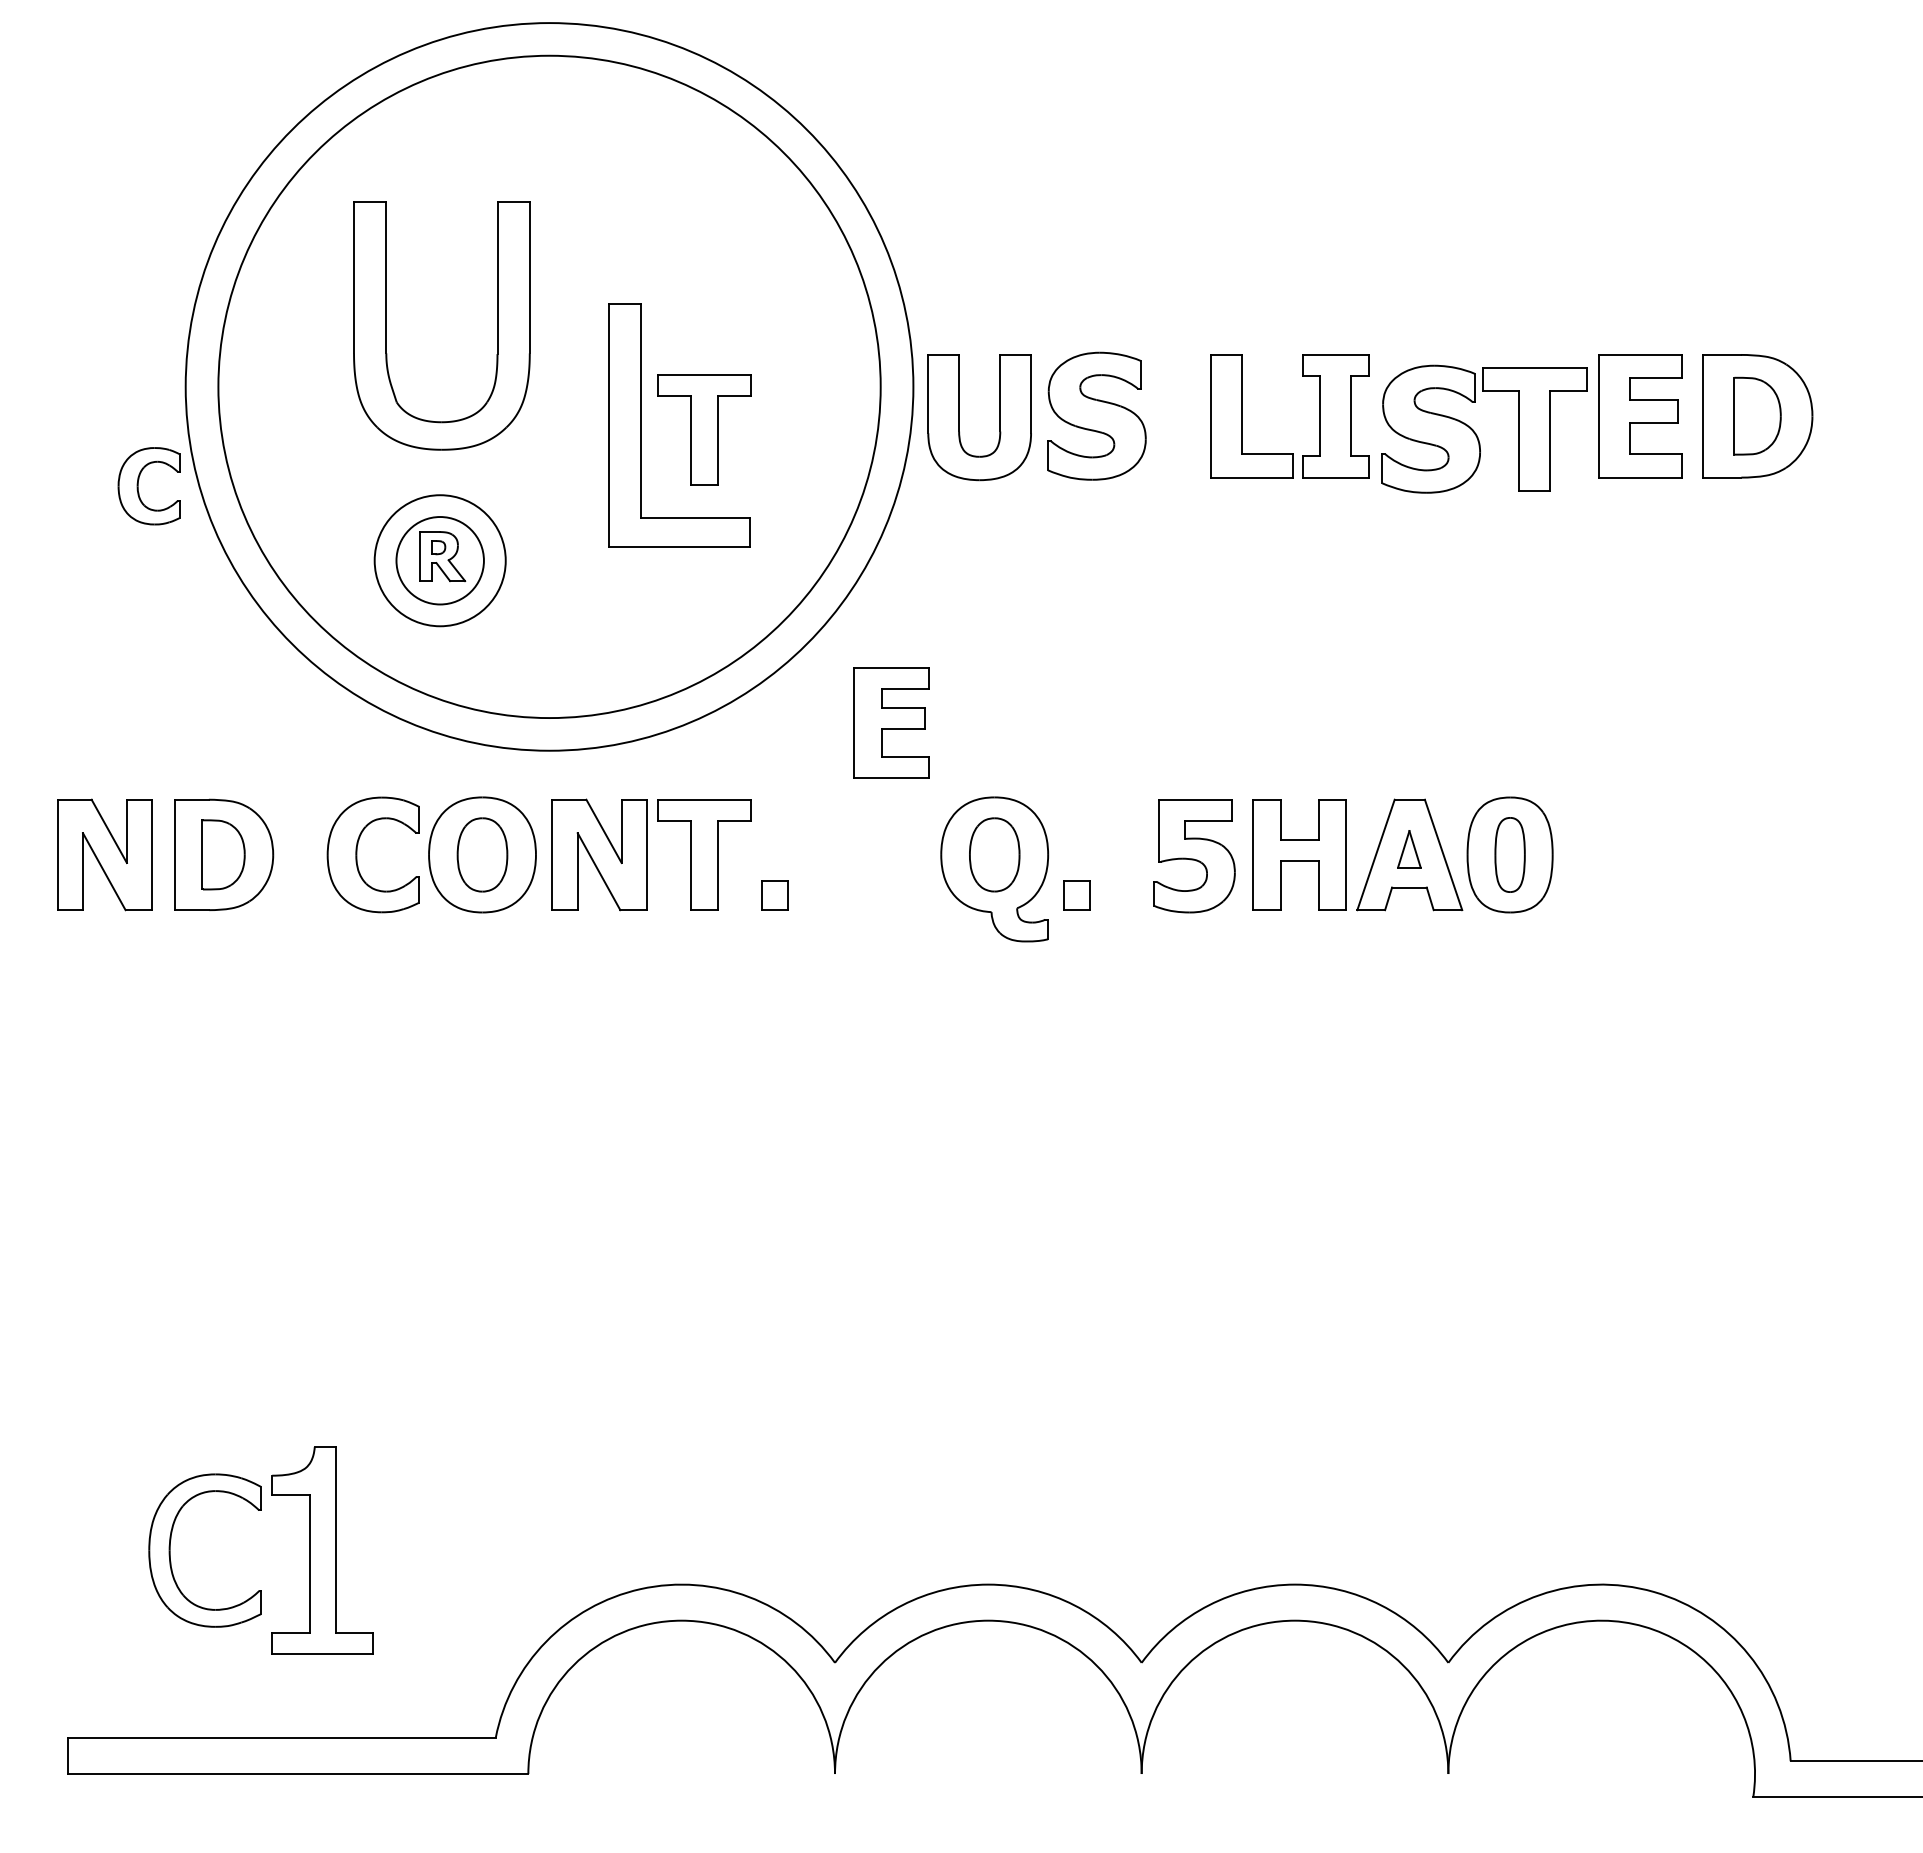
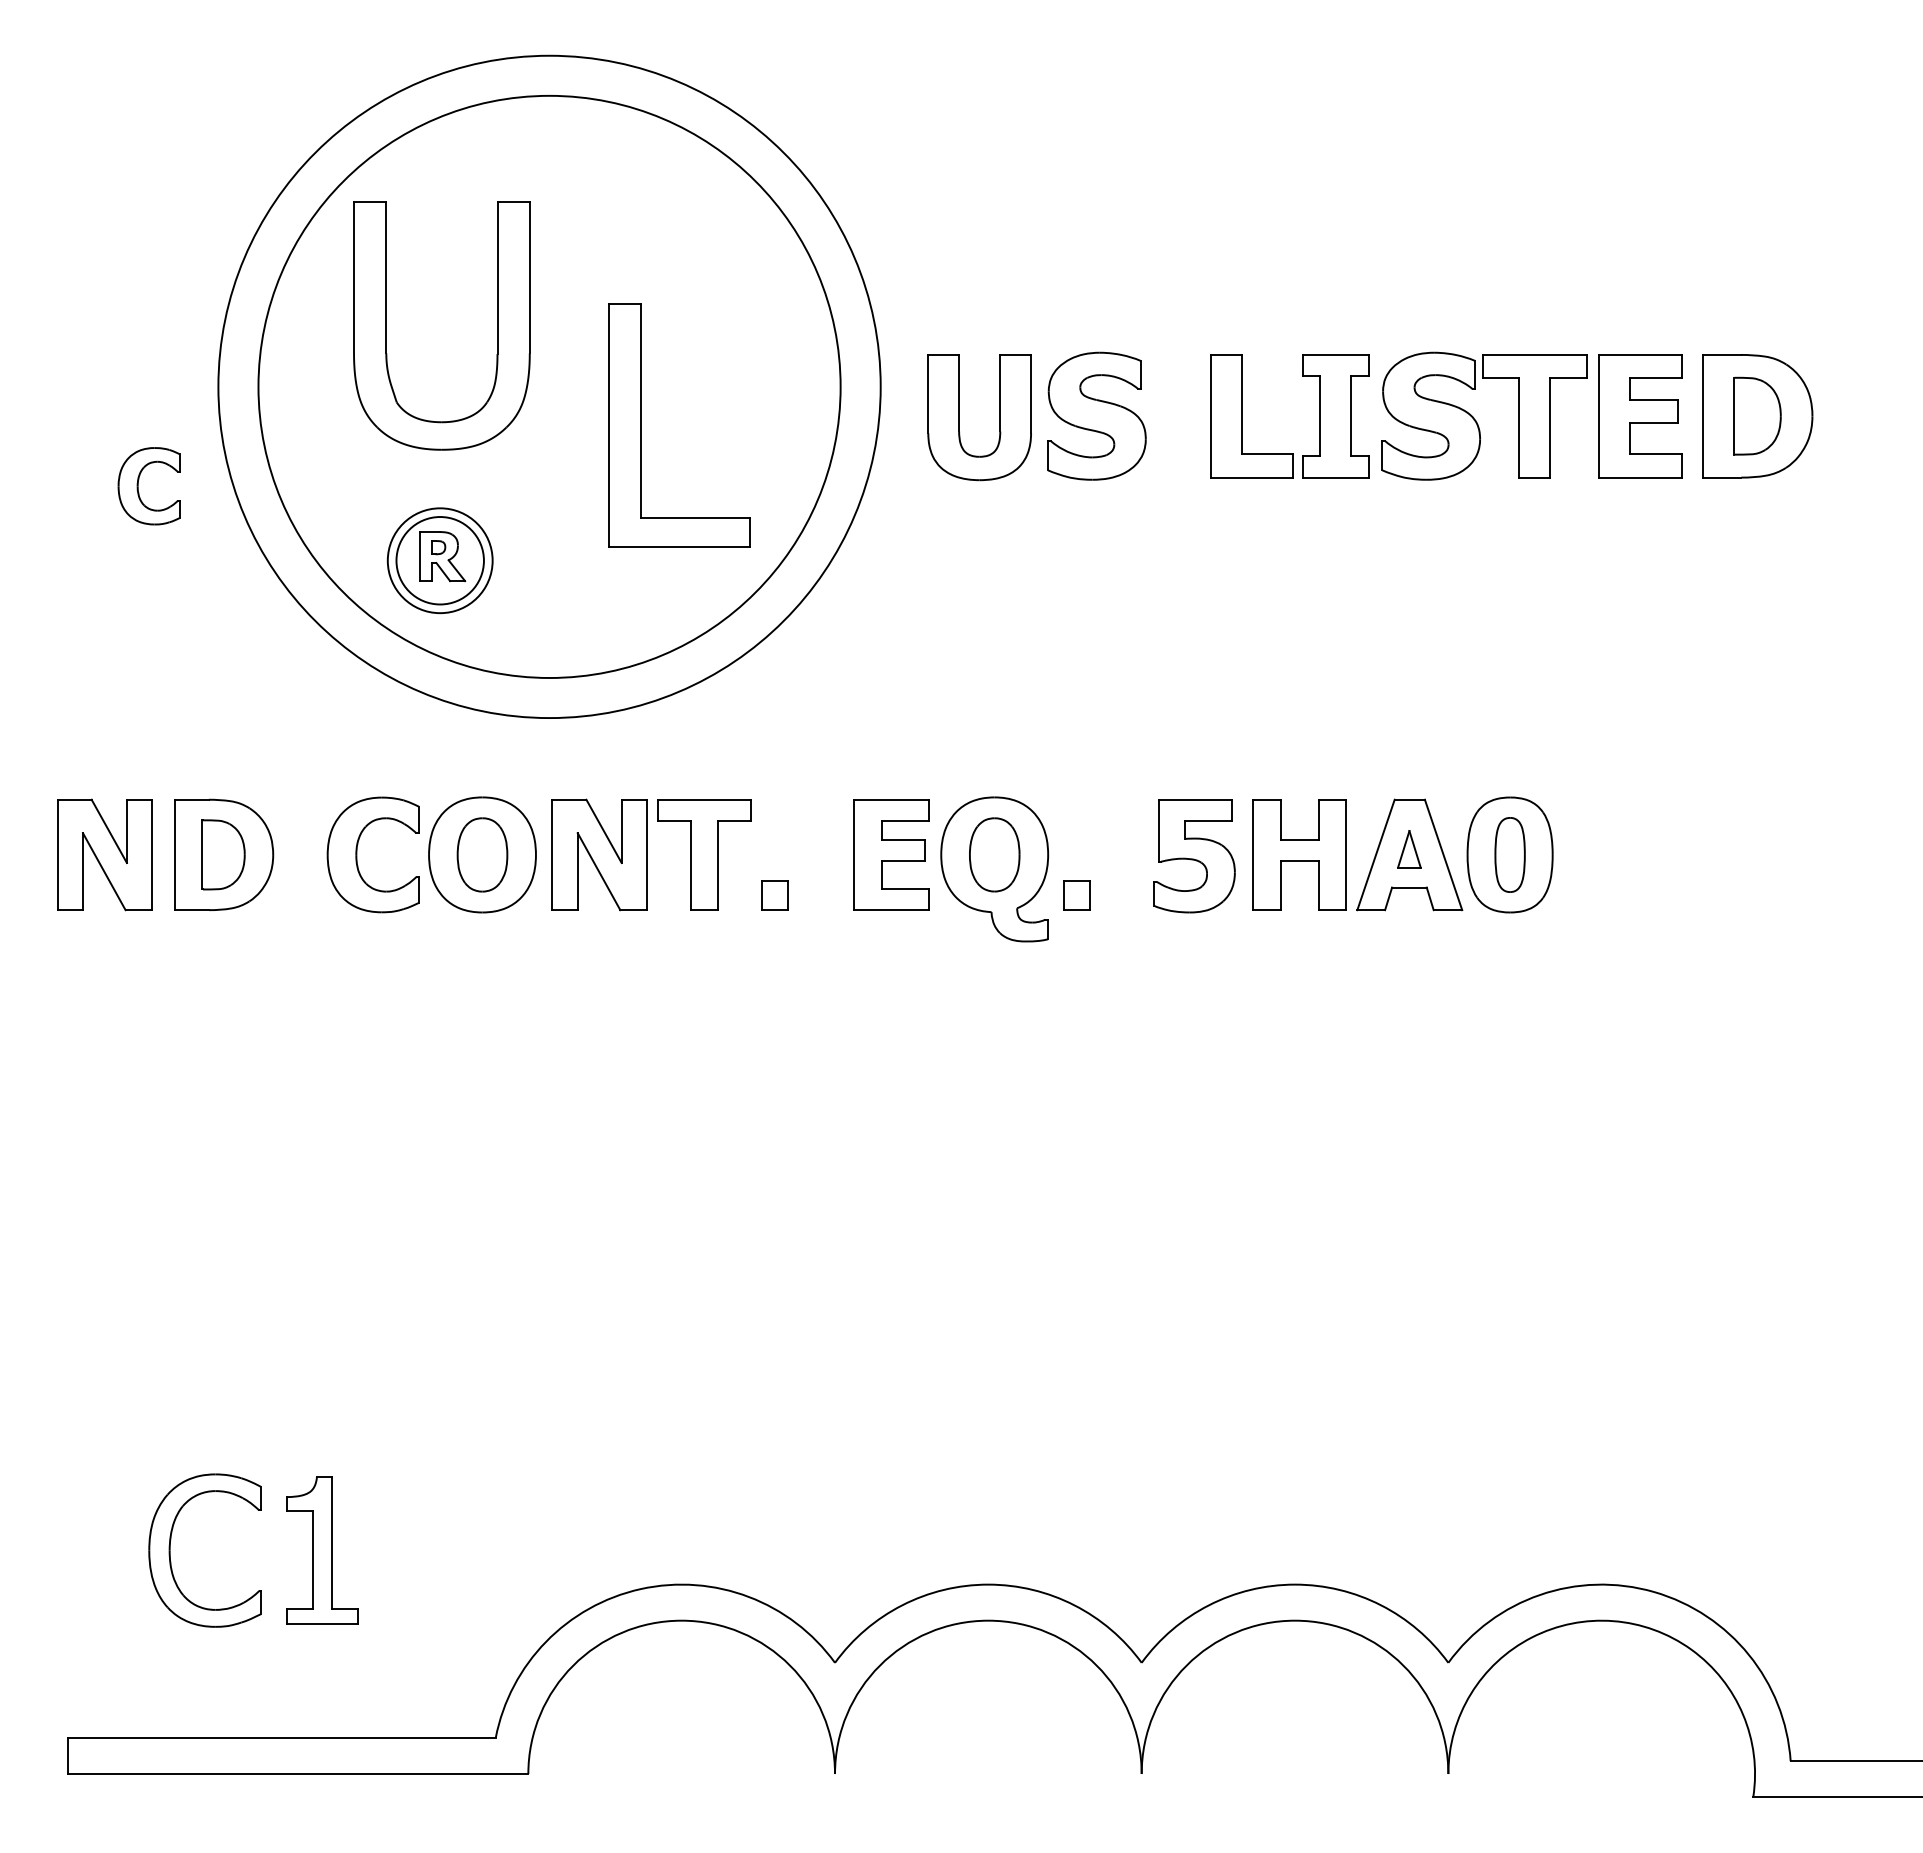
circle at (549, 386) diameter: 728 px -> 582 px
part at (704, 429): present -> none
part at (1476, 433) position: (1476, 433) -> (1476, 420)
circle at (439, 560) diameter: 131 px -> 105 px
part at (891, 722) position: (891, 722) -> (891, 854)
part at (322, 1550) size: 103x209 px -> 73x149 px
